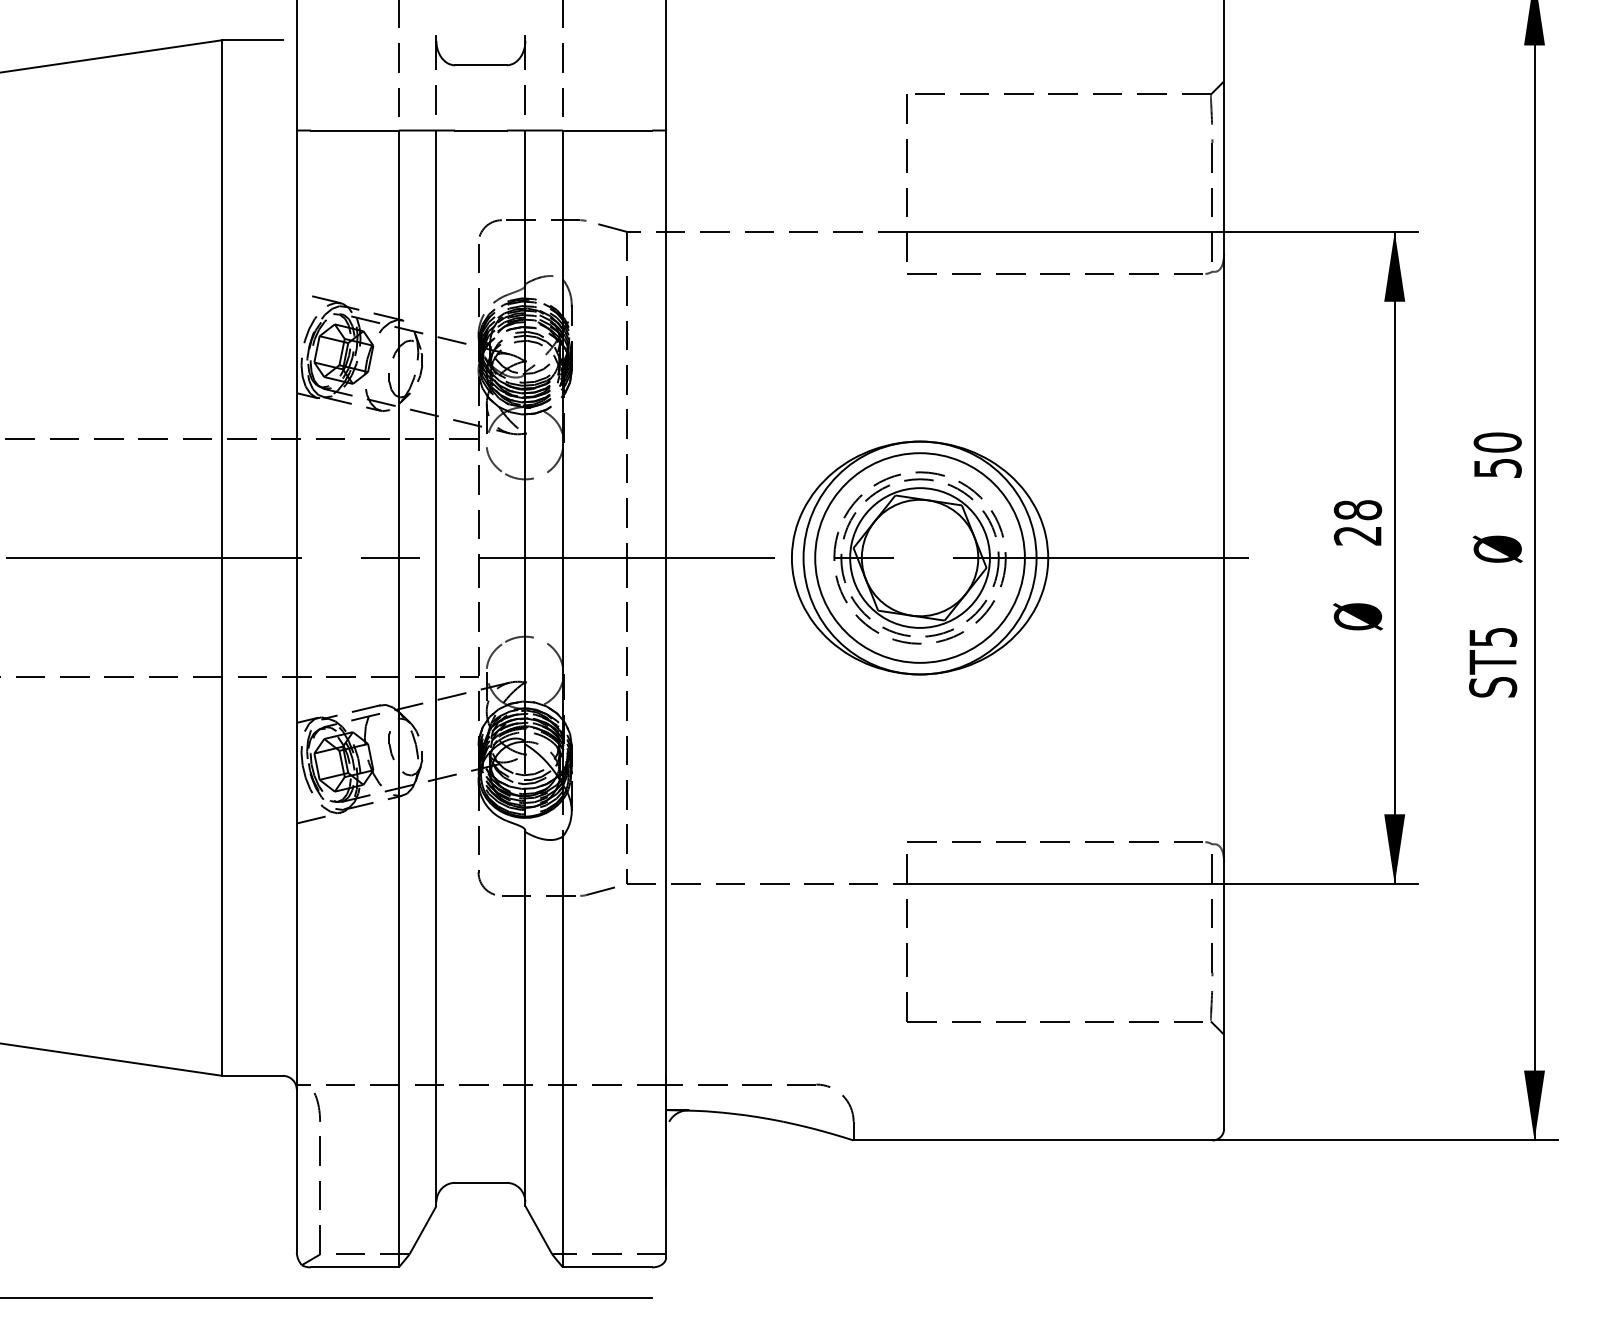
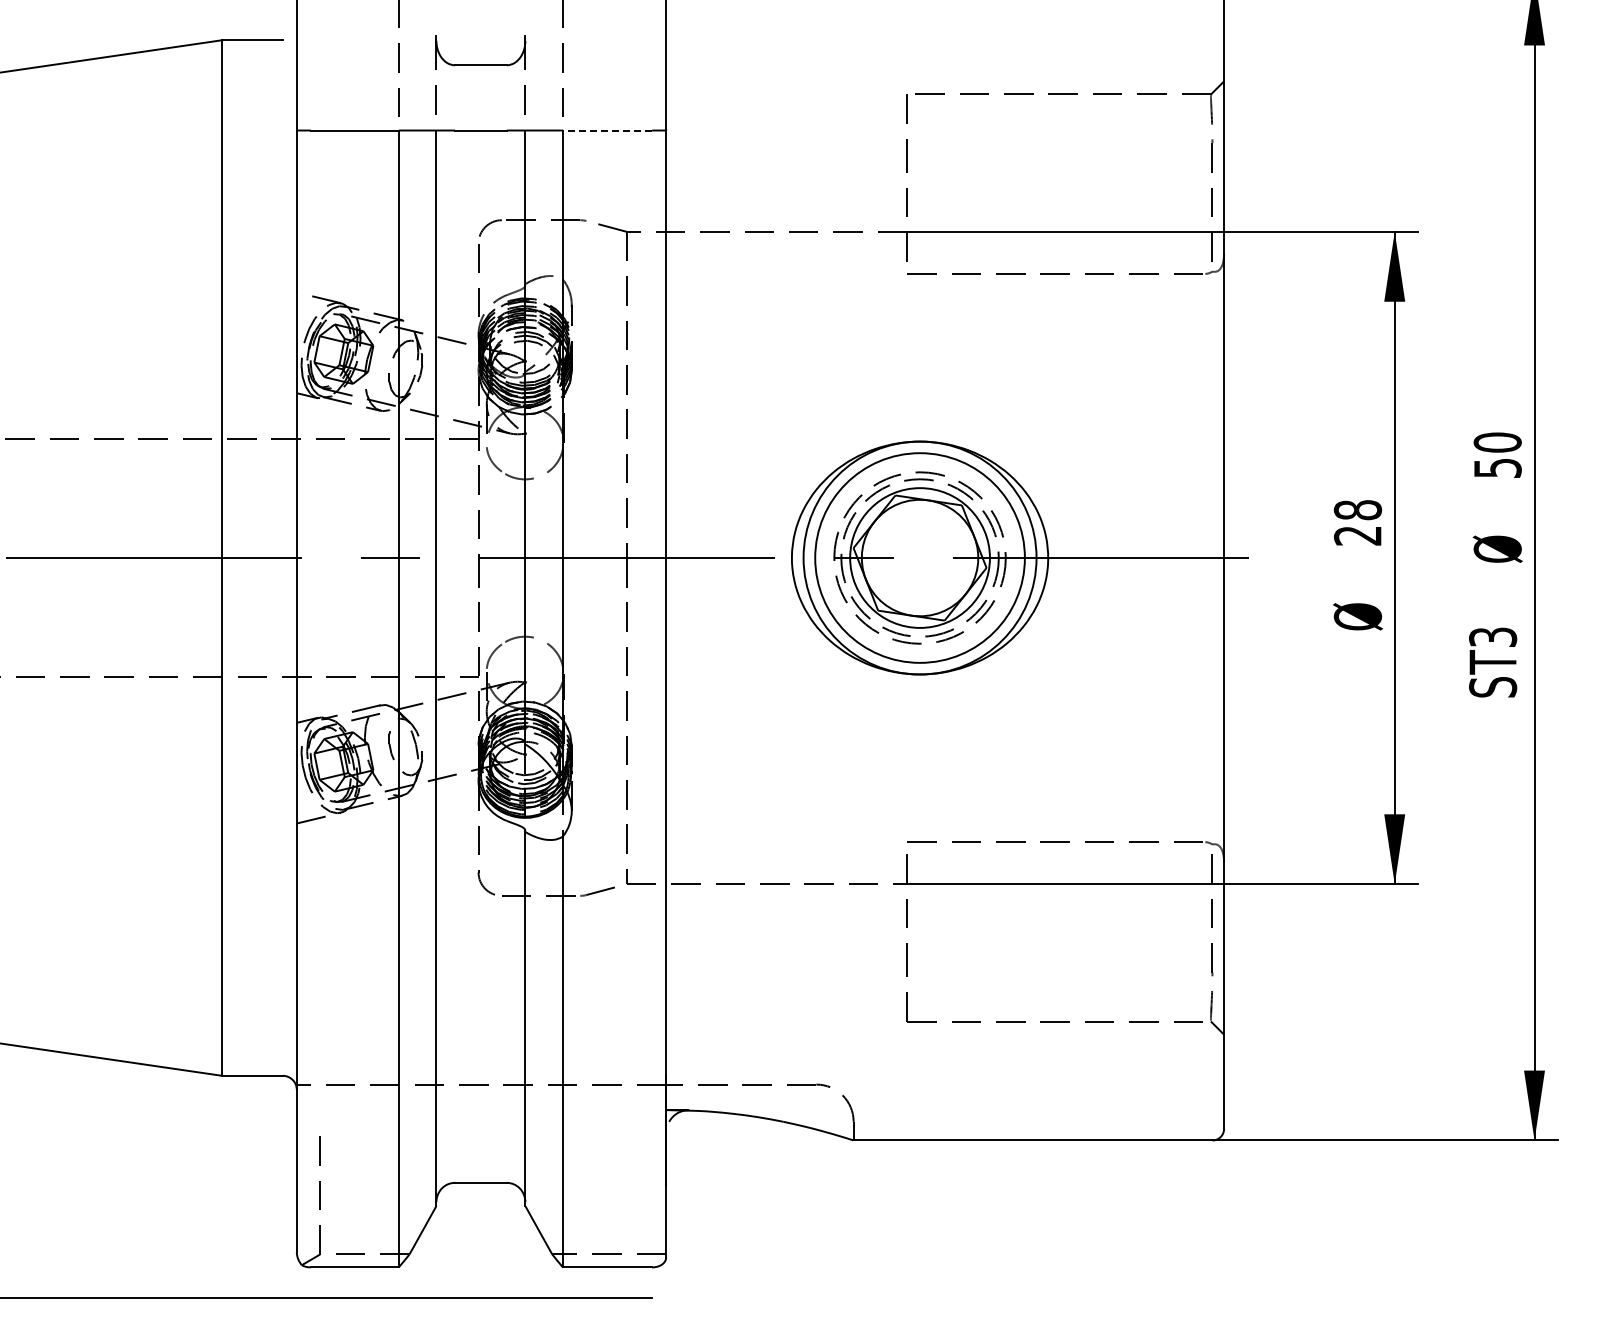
line at (607, 130): solid -> dashed
text at (1492, 636): ST5 -> ST3
curve at (317, 1106): present -> none
